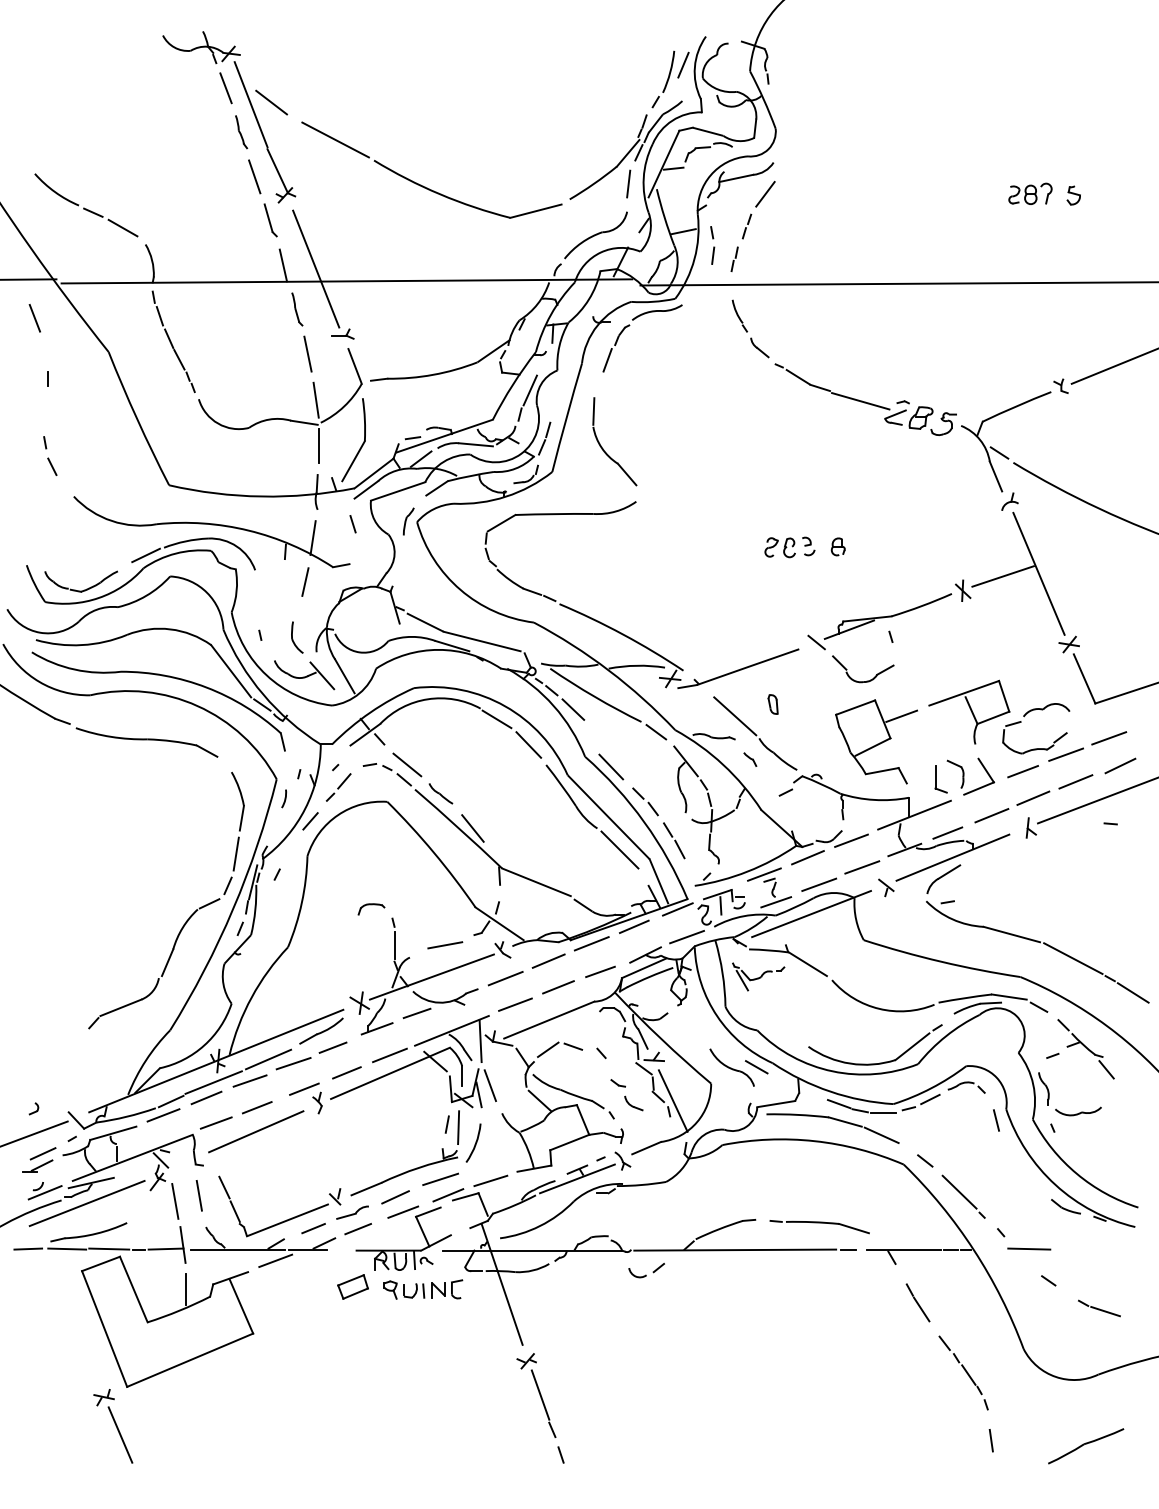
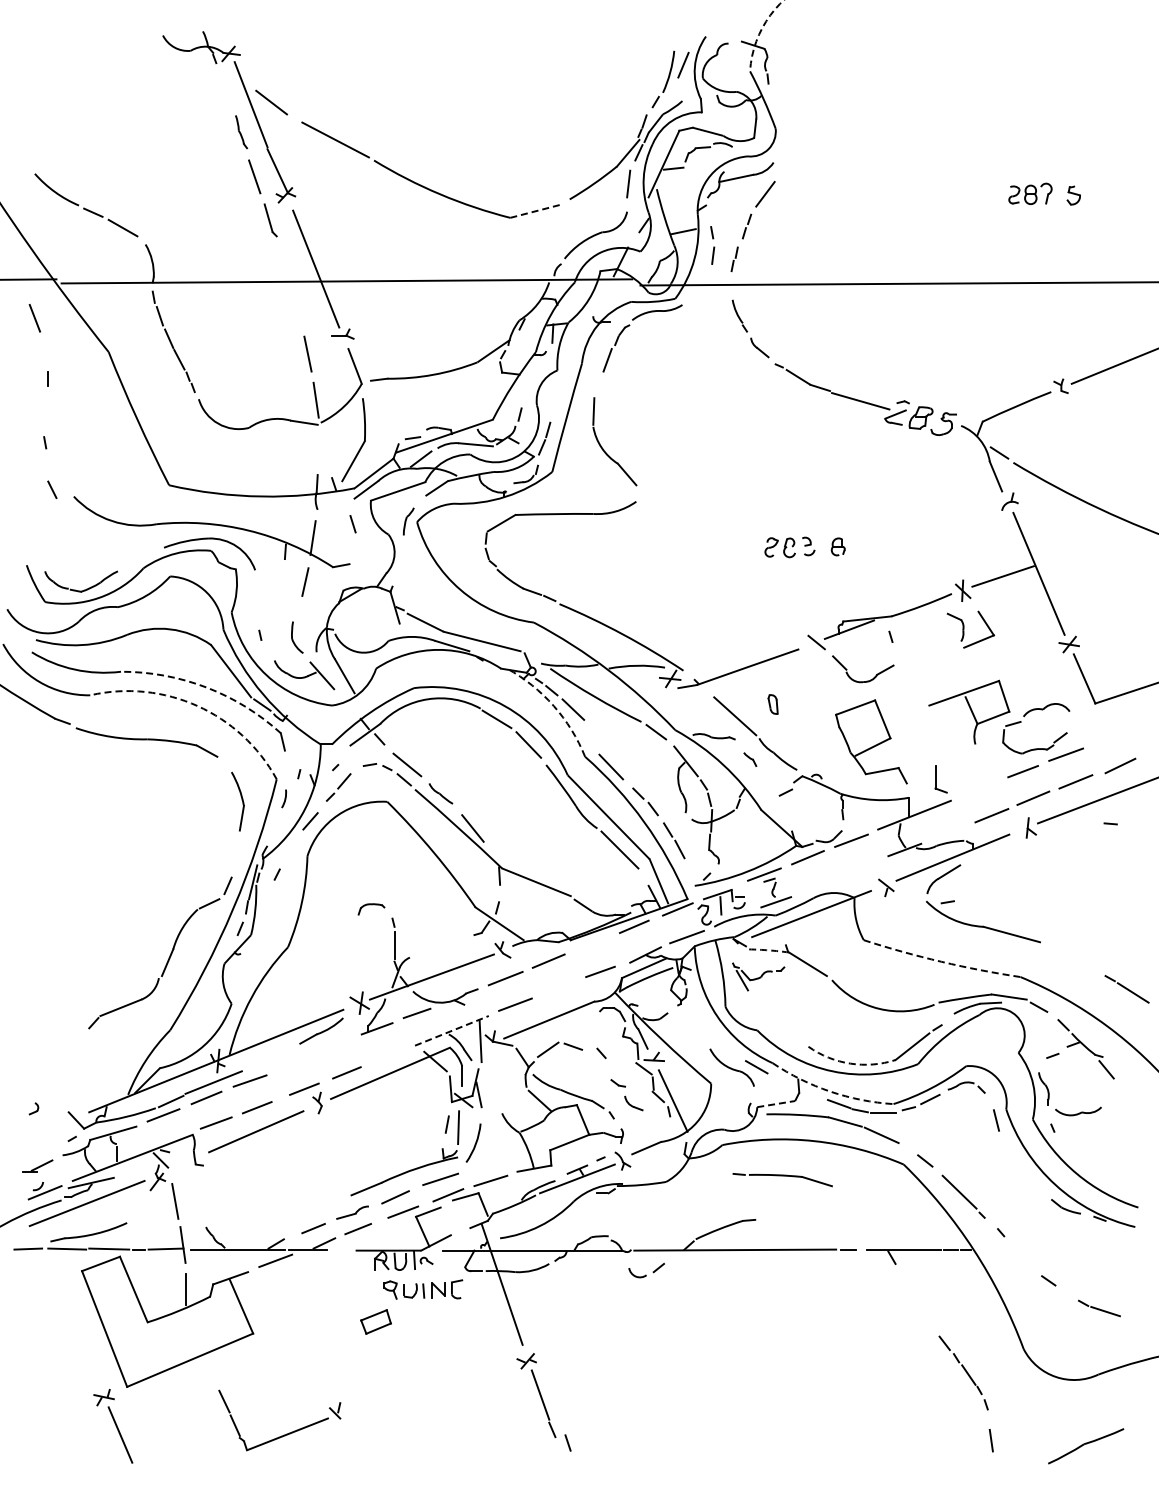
arc at (760, 32): solid -> dashed
line at (225, 88): present -> none
line at (536, 211): solid -> dashed
line at (282, 265): present -> none
part at (297, 309): present -> none
line at (529, 390): present -> none
line at (318, 445): present -> none
line at (52, 466) position: (52, 466) -> (52, 489)
line at (145, 555): present -> none
arc at (206, 687): solid -> dashed
arc at (197, 706): solid -> dashed
arc at (553, 706): solid -> dashed
line at (901, 715): present -> none
line at (1109, 738): present -> none
part at (970, 776) position: (970, 776) -> (970, 629)
line at (947, 832): present -> none
line at (235, 853): present -> none
line at (862, 867): present -> none
line at (819, 884): present -> none
line at (591, 943): present -> none
line at (445, 945): present -> none
arc at (769, 950): solid -> dashed
line at (1073, 958): present -> none
arc at (941, 961): solid -> dashed
line at (558, 987): present -> none
line at (451, 1030): solid -> dashed
line at (332, 1047): present -> none
line at (389, 1055): present -> none
line at (268, 1059): present -> none
line at (293, 1063): present -> none
arc at (850, 1063): solid -> dashed
line at (489, 1085): present -> none
arc at (830, 1091): solid -> dashed
line at (776, 1104): solid -> dashed
line at (34, 1133): present -> none
line at (42, 1153): present -> none
line at (198, 1195): present -> none
part at (286, 1219) position: (286, 1219) -> (286, 1433)
part at (819, 1227) position: (819, 1227) -> (782, 1180)
line at (1029, 1248): present -> none
part at (352, 1286) position: (352, 1286) -> (375, 1321)
line at (917, 1302): present -> none
line at (560, 1454) position: (560, 1454) -> (567, 1442)
